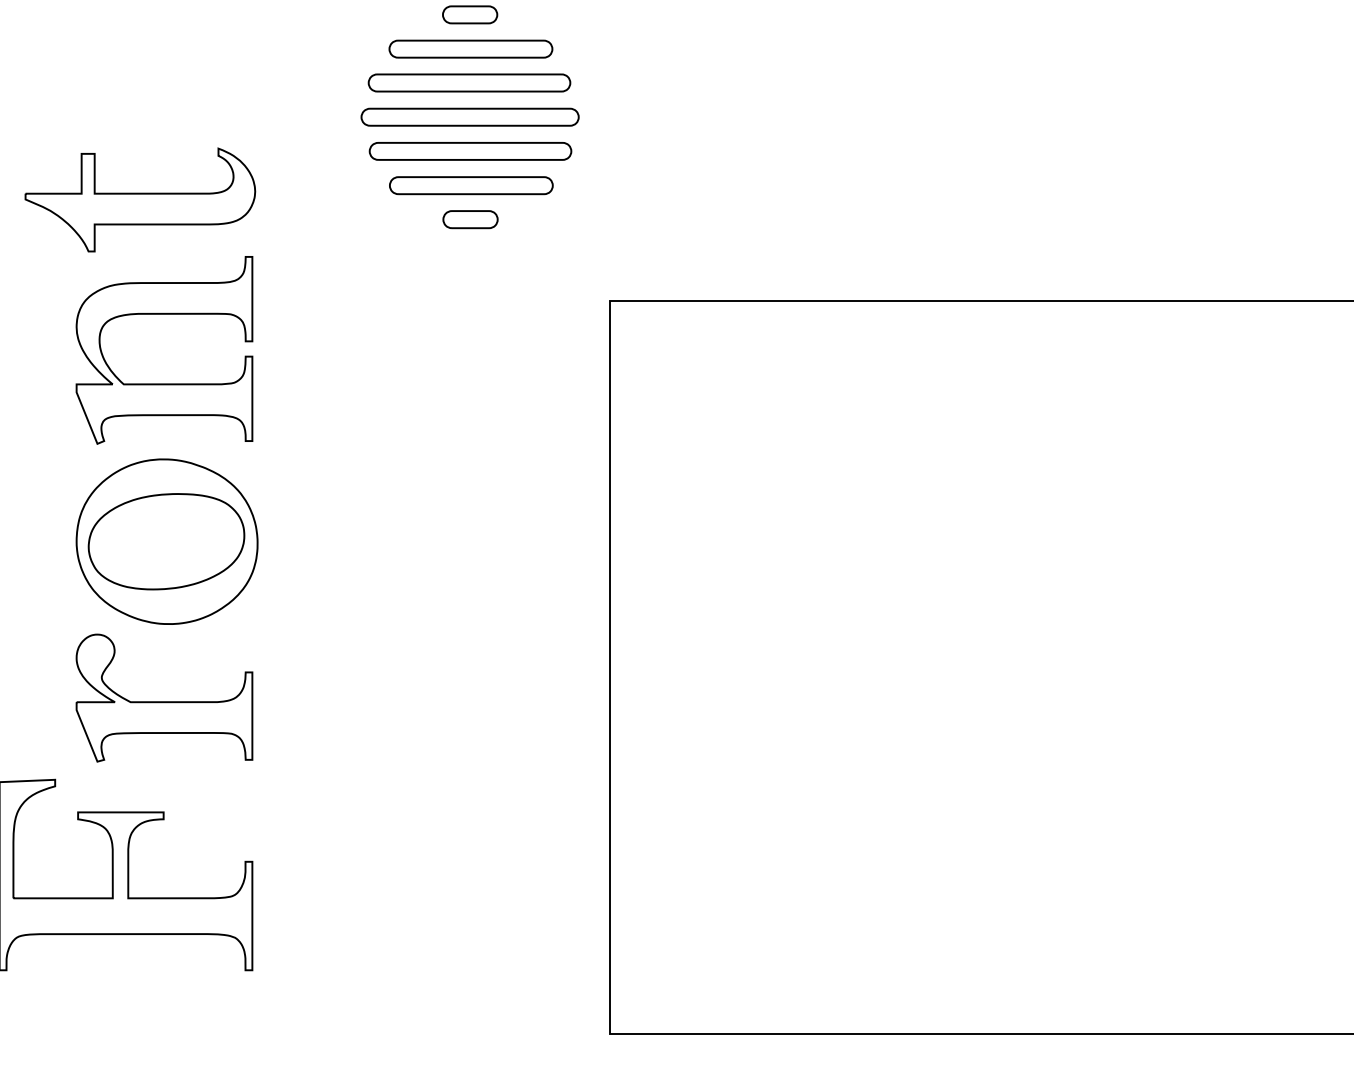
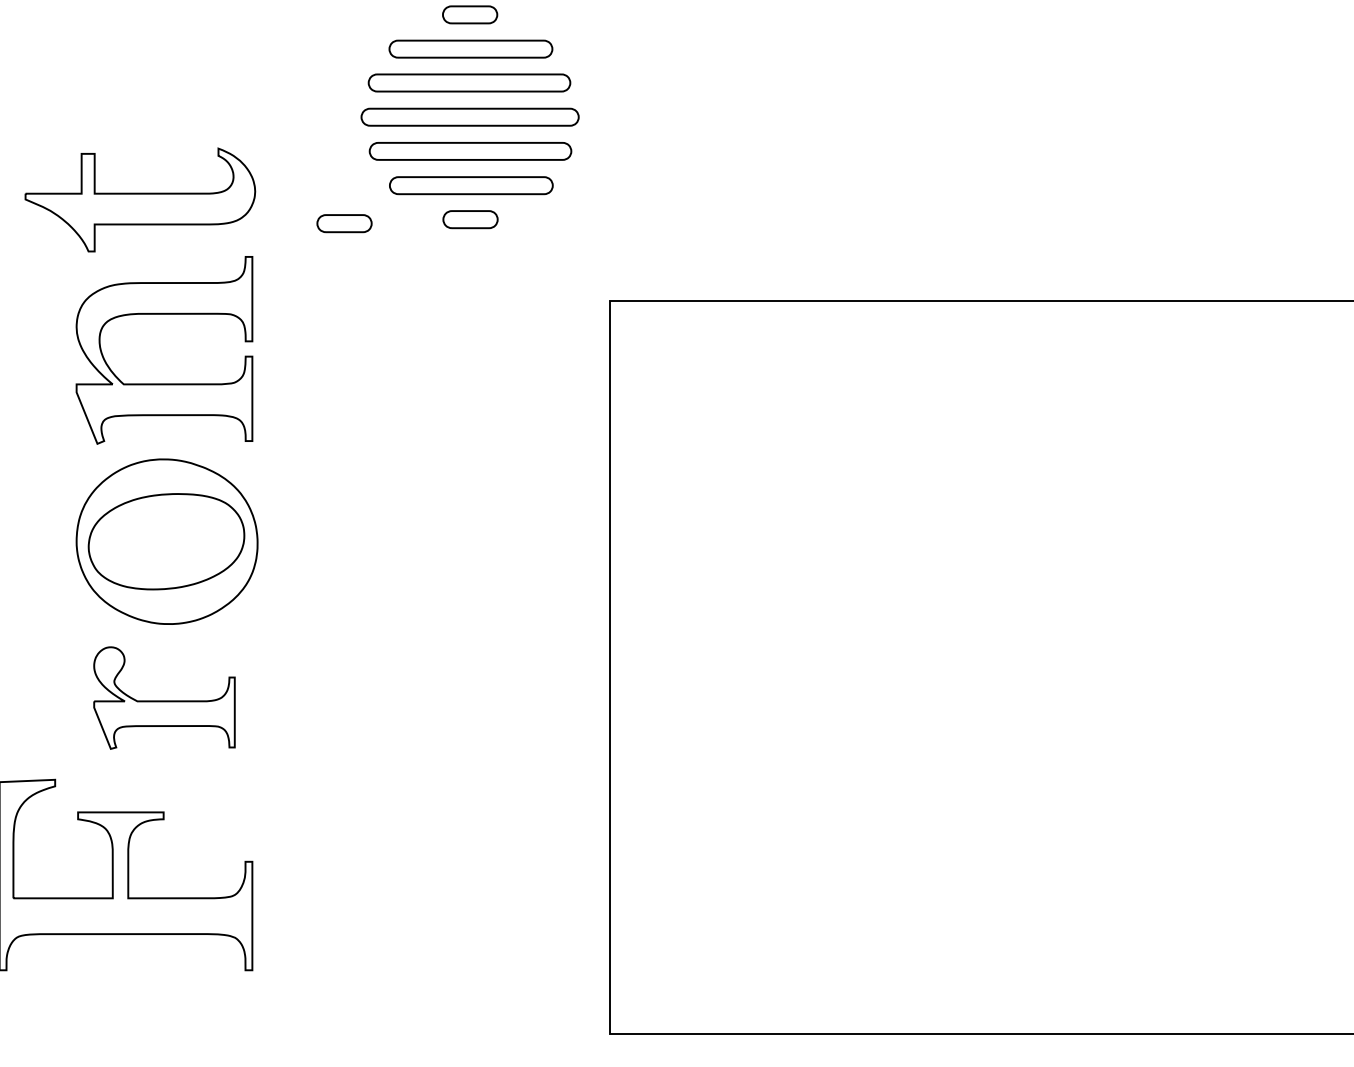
part at (344, 223): none -> present
part at (164, 697) size: 179x130 px -> 143x104 px
